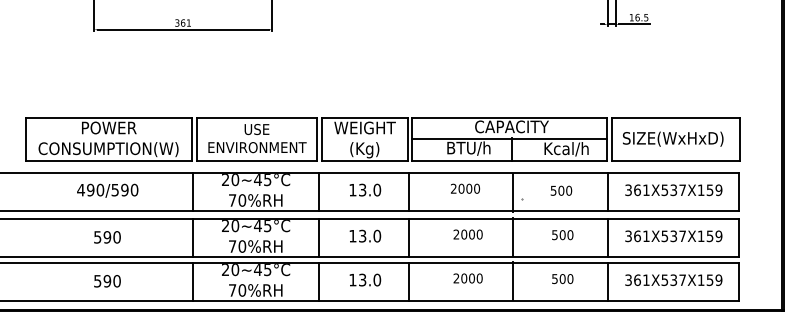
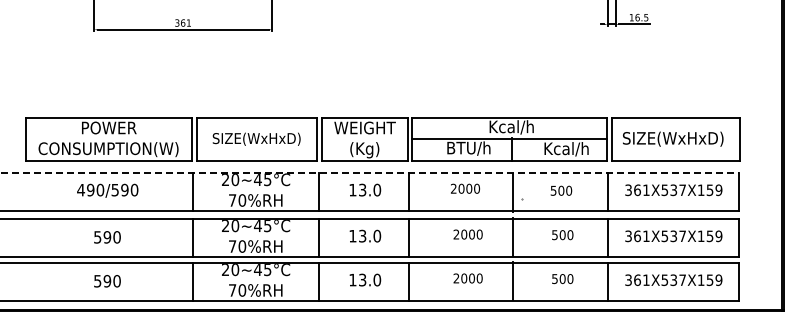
text at (511, 127): CAPACITY -> Kcal/h
text at (257, 138): USE ENVIRONMENT -> SIZE(WxHxD)
line at (370, 172): solid -> dashed
